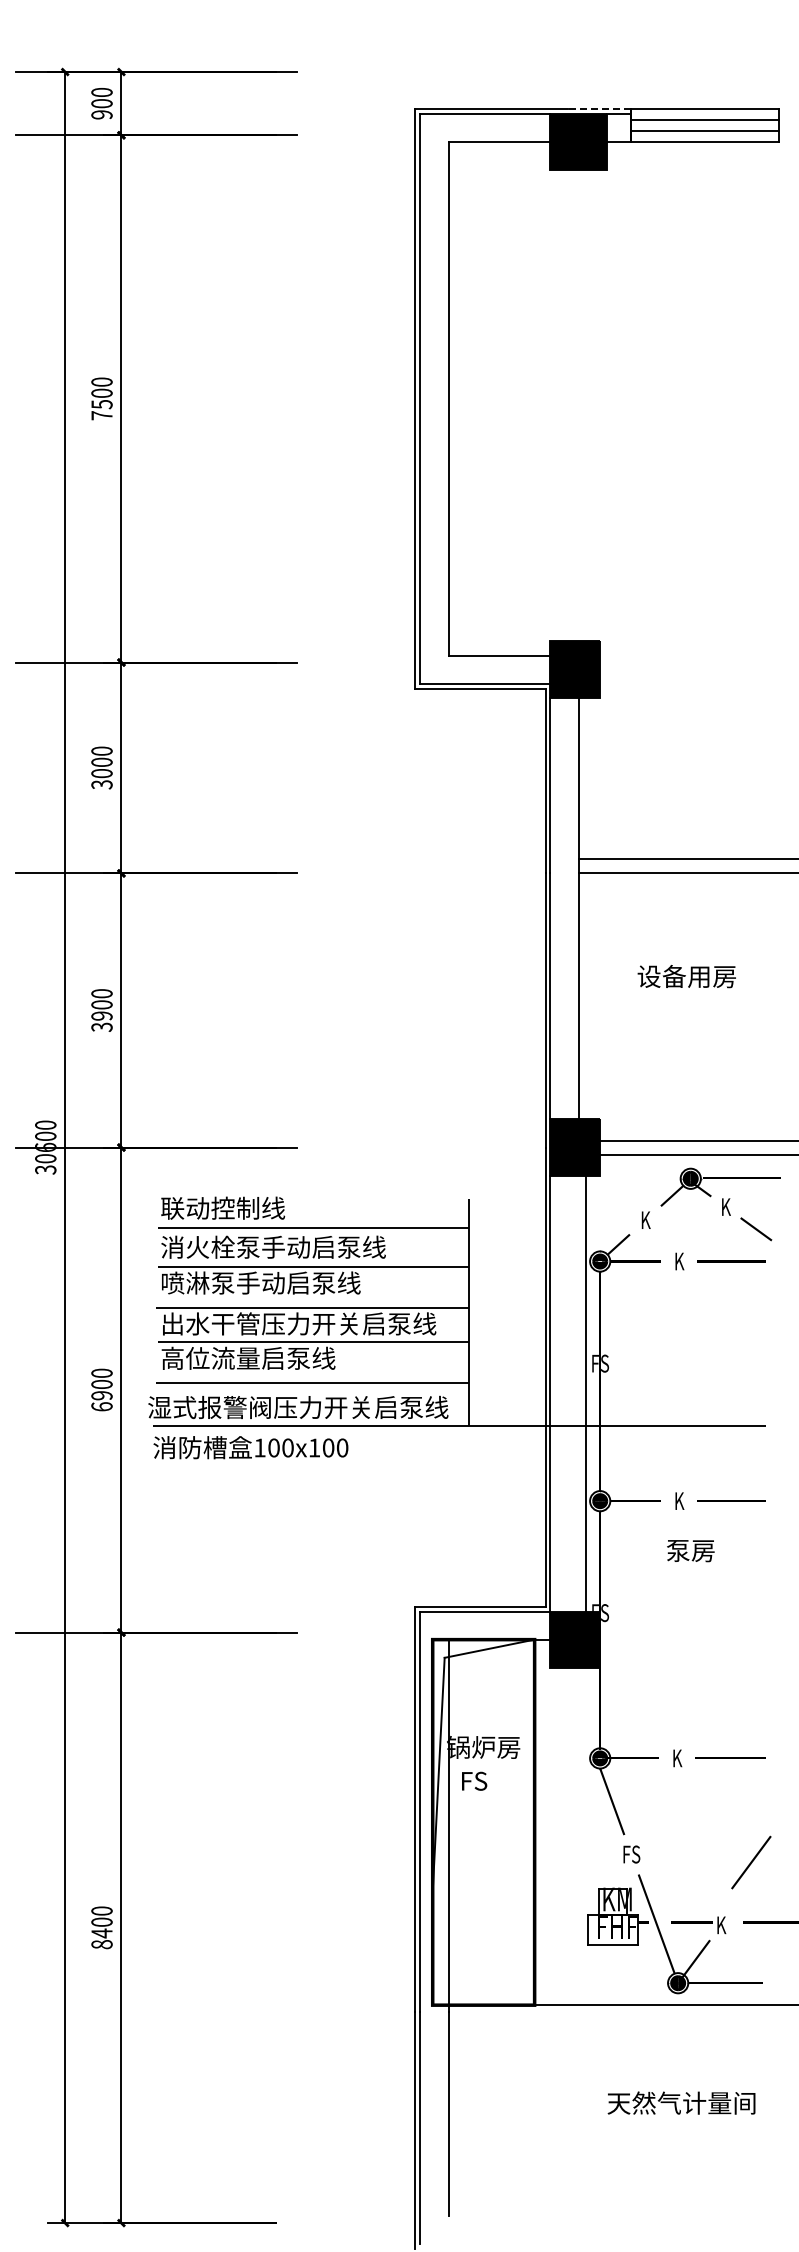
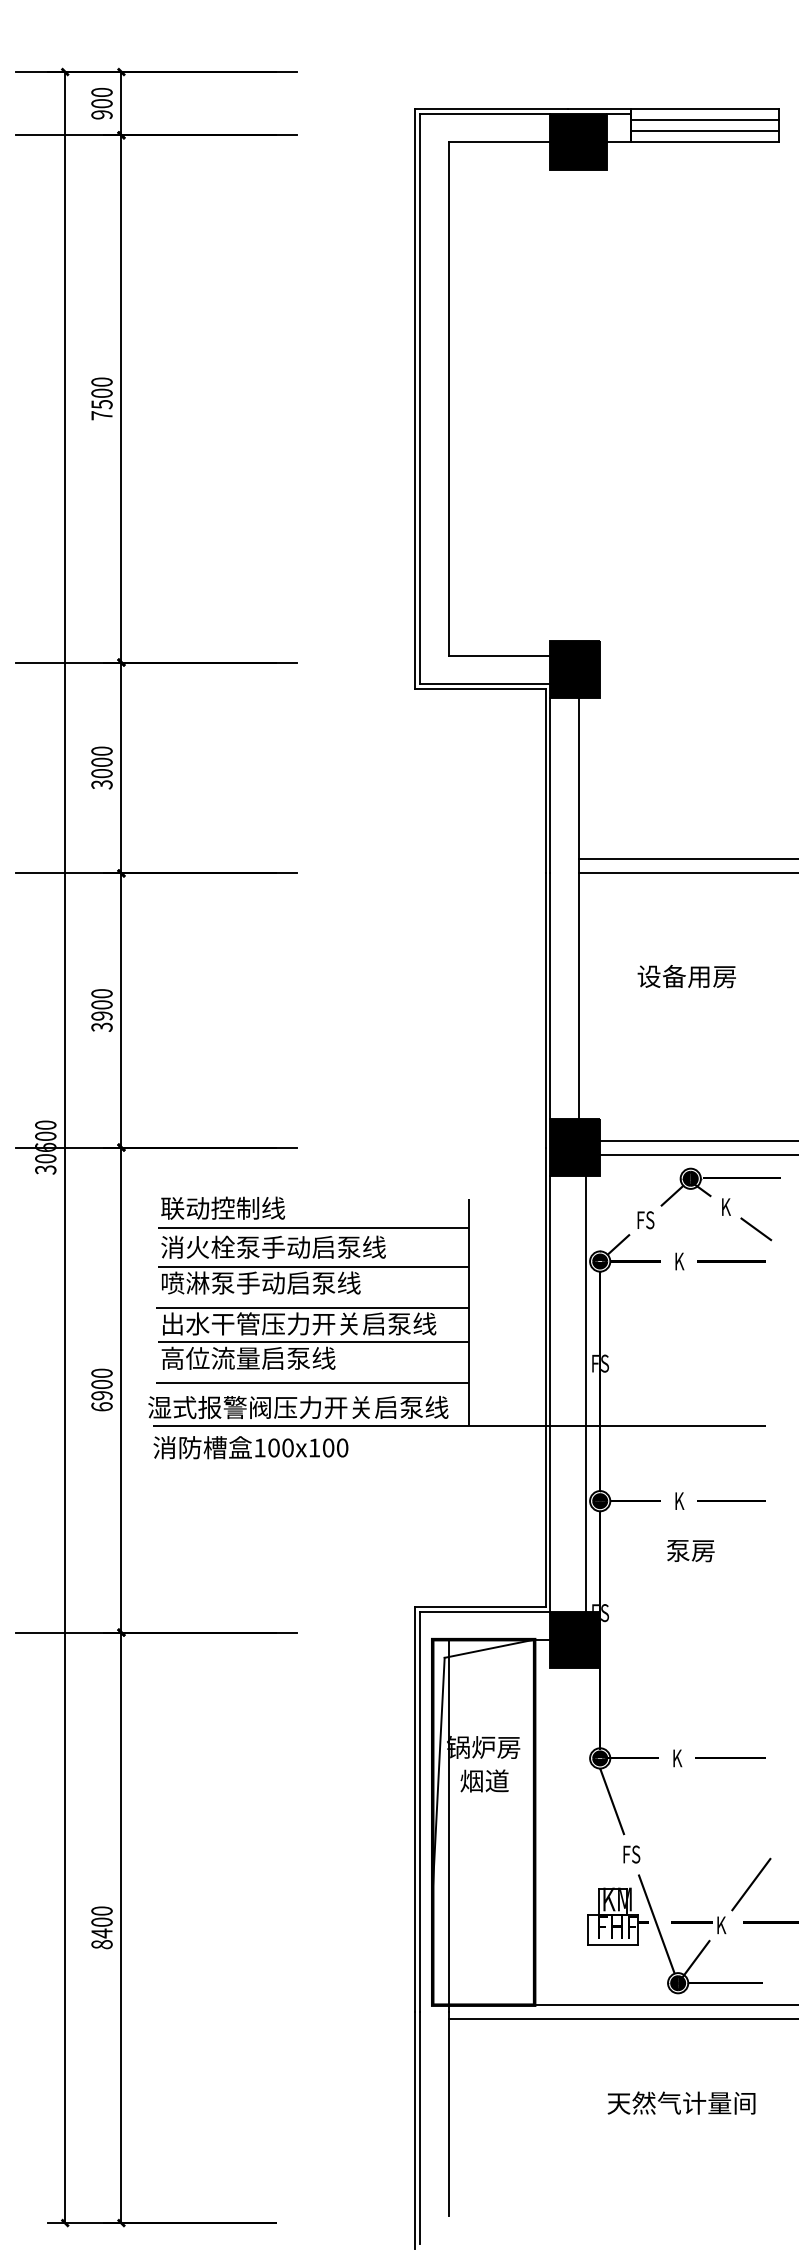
line at (599, 109): dashed -> solid
text at (645, 1220): K -> FS
text at (484, 1780): FS -> 烟道
line at (751, 1862) position: (751, 1862) -> (751, 1884)
line at (621, 2019): none -> present
